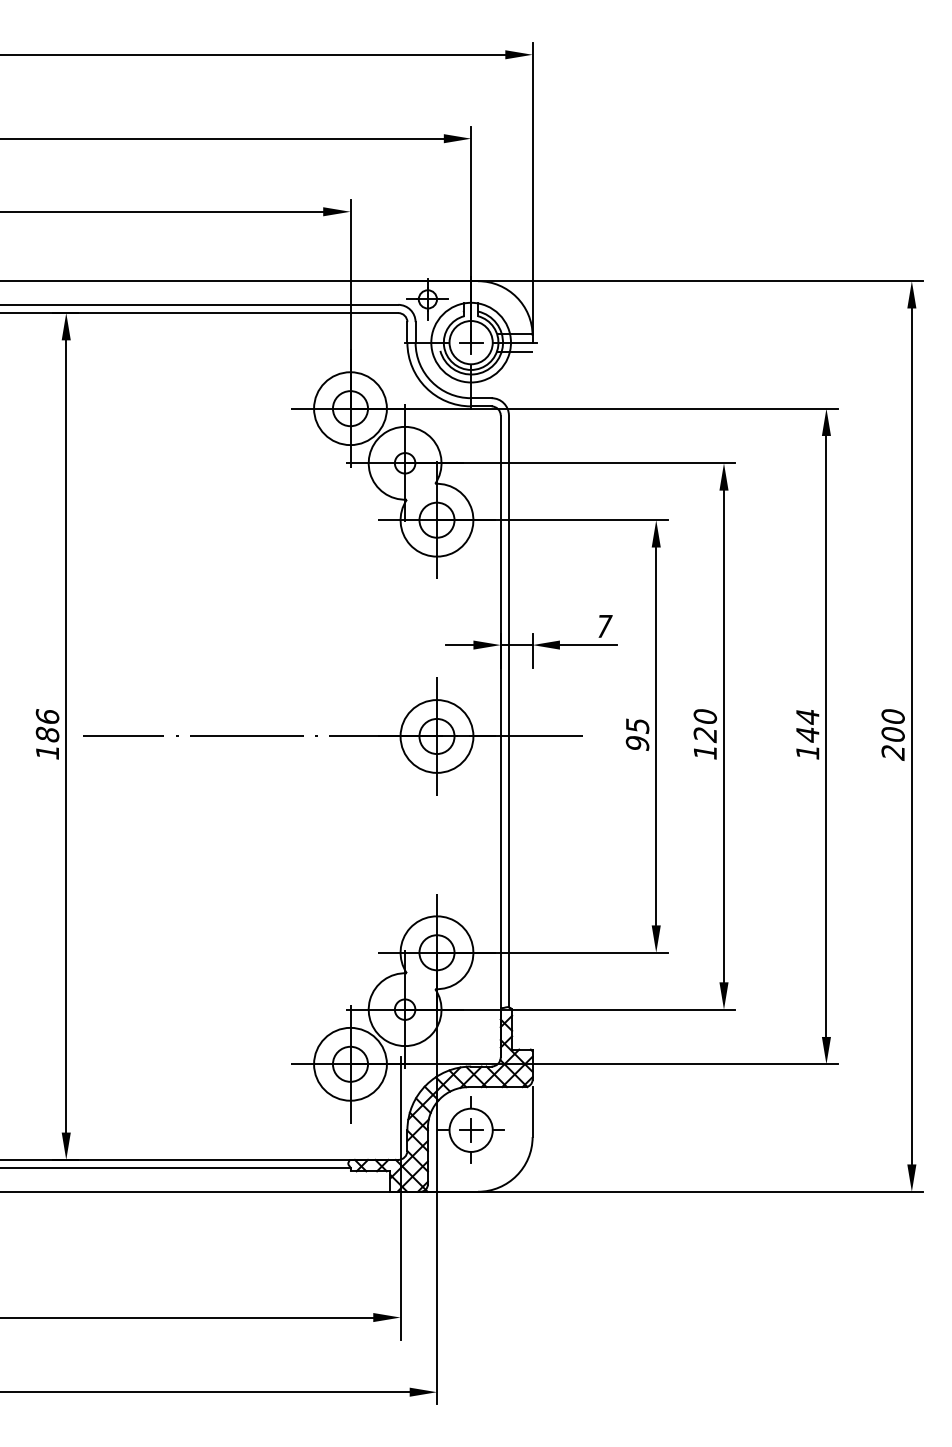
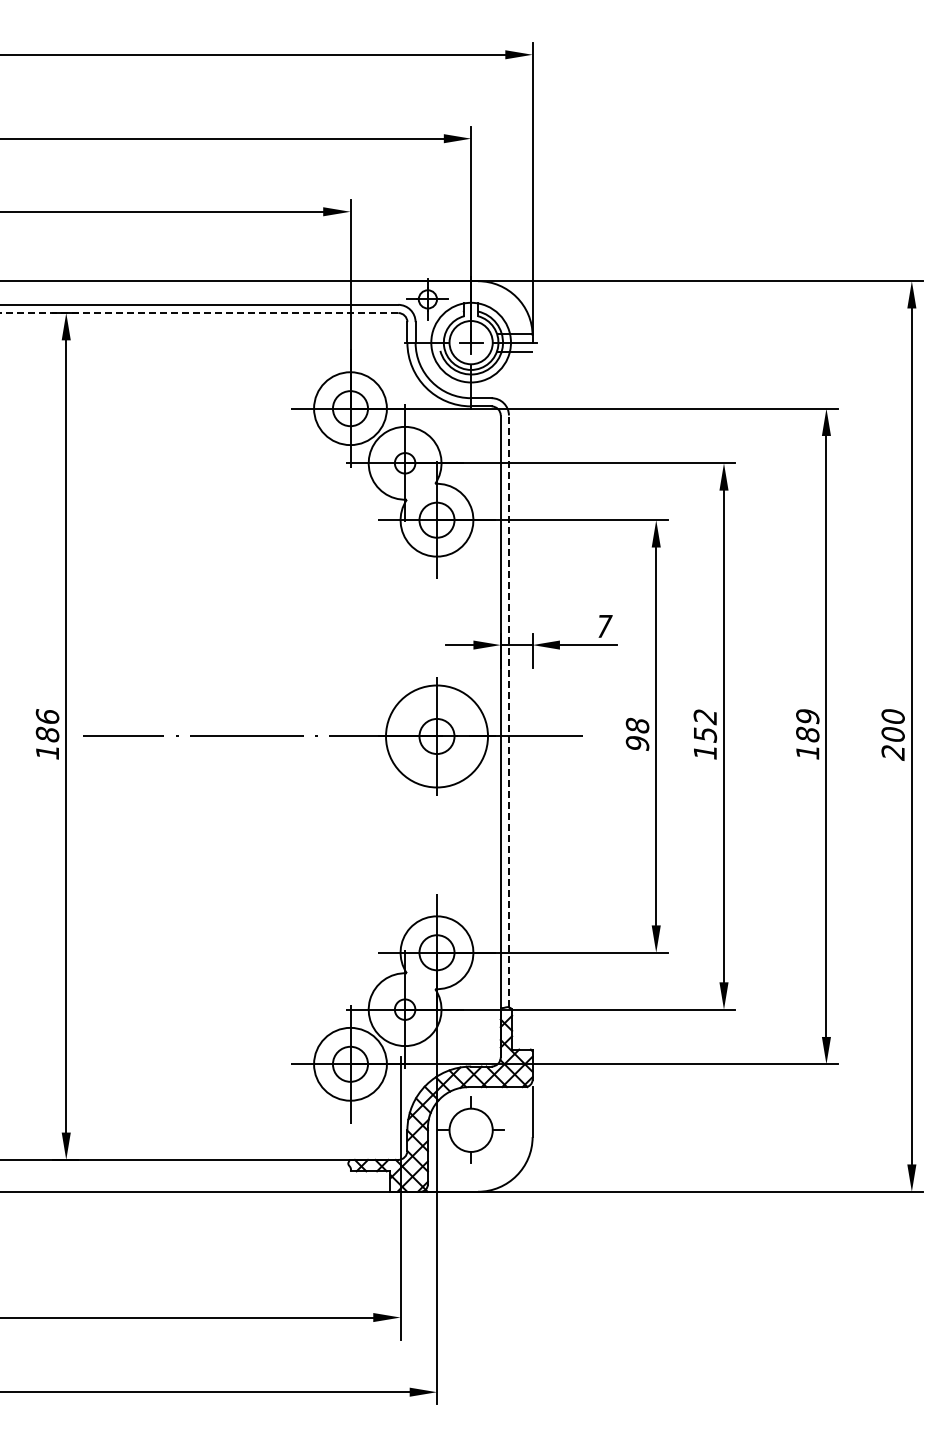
line at (199, 313): solid -> dashed
line at (508, 711): solid -> dashed
text at (637, 725): 95 -> 98
text at (807, 725): 144 -> 189
text at (705, 726): 120 -> 152
circle at (436, 736) diameter: 73 px -> 102 px
part at (471, 1130): present -> none
line at (176, 1168): present -> none
